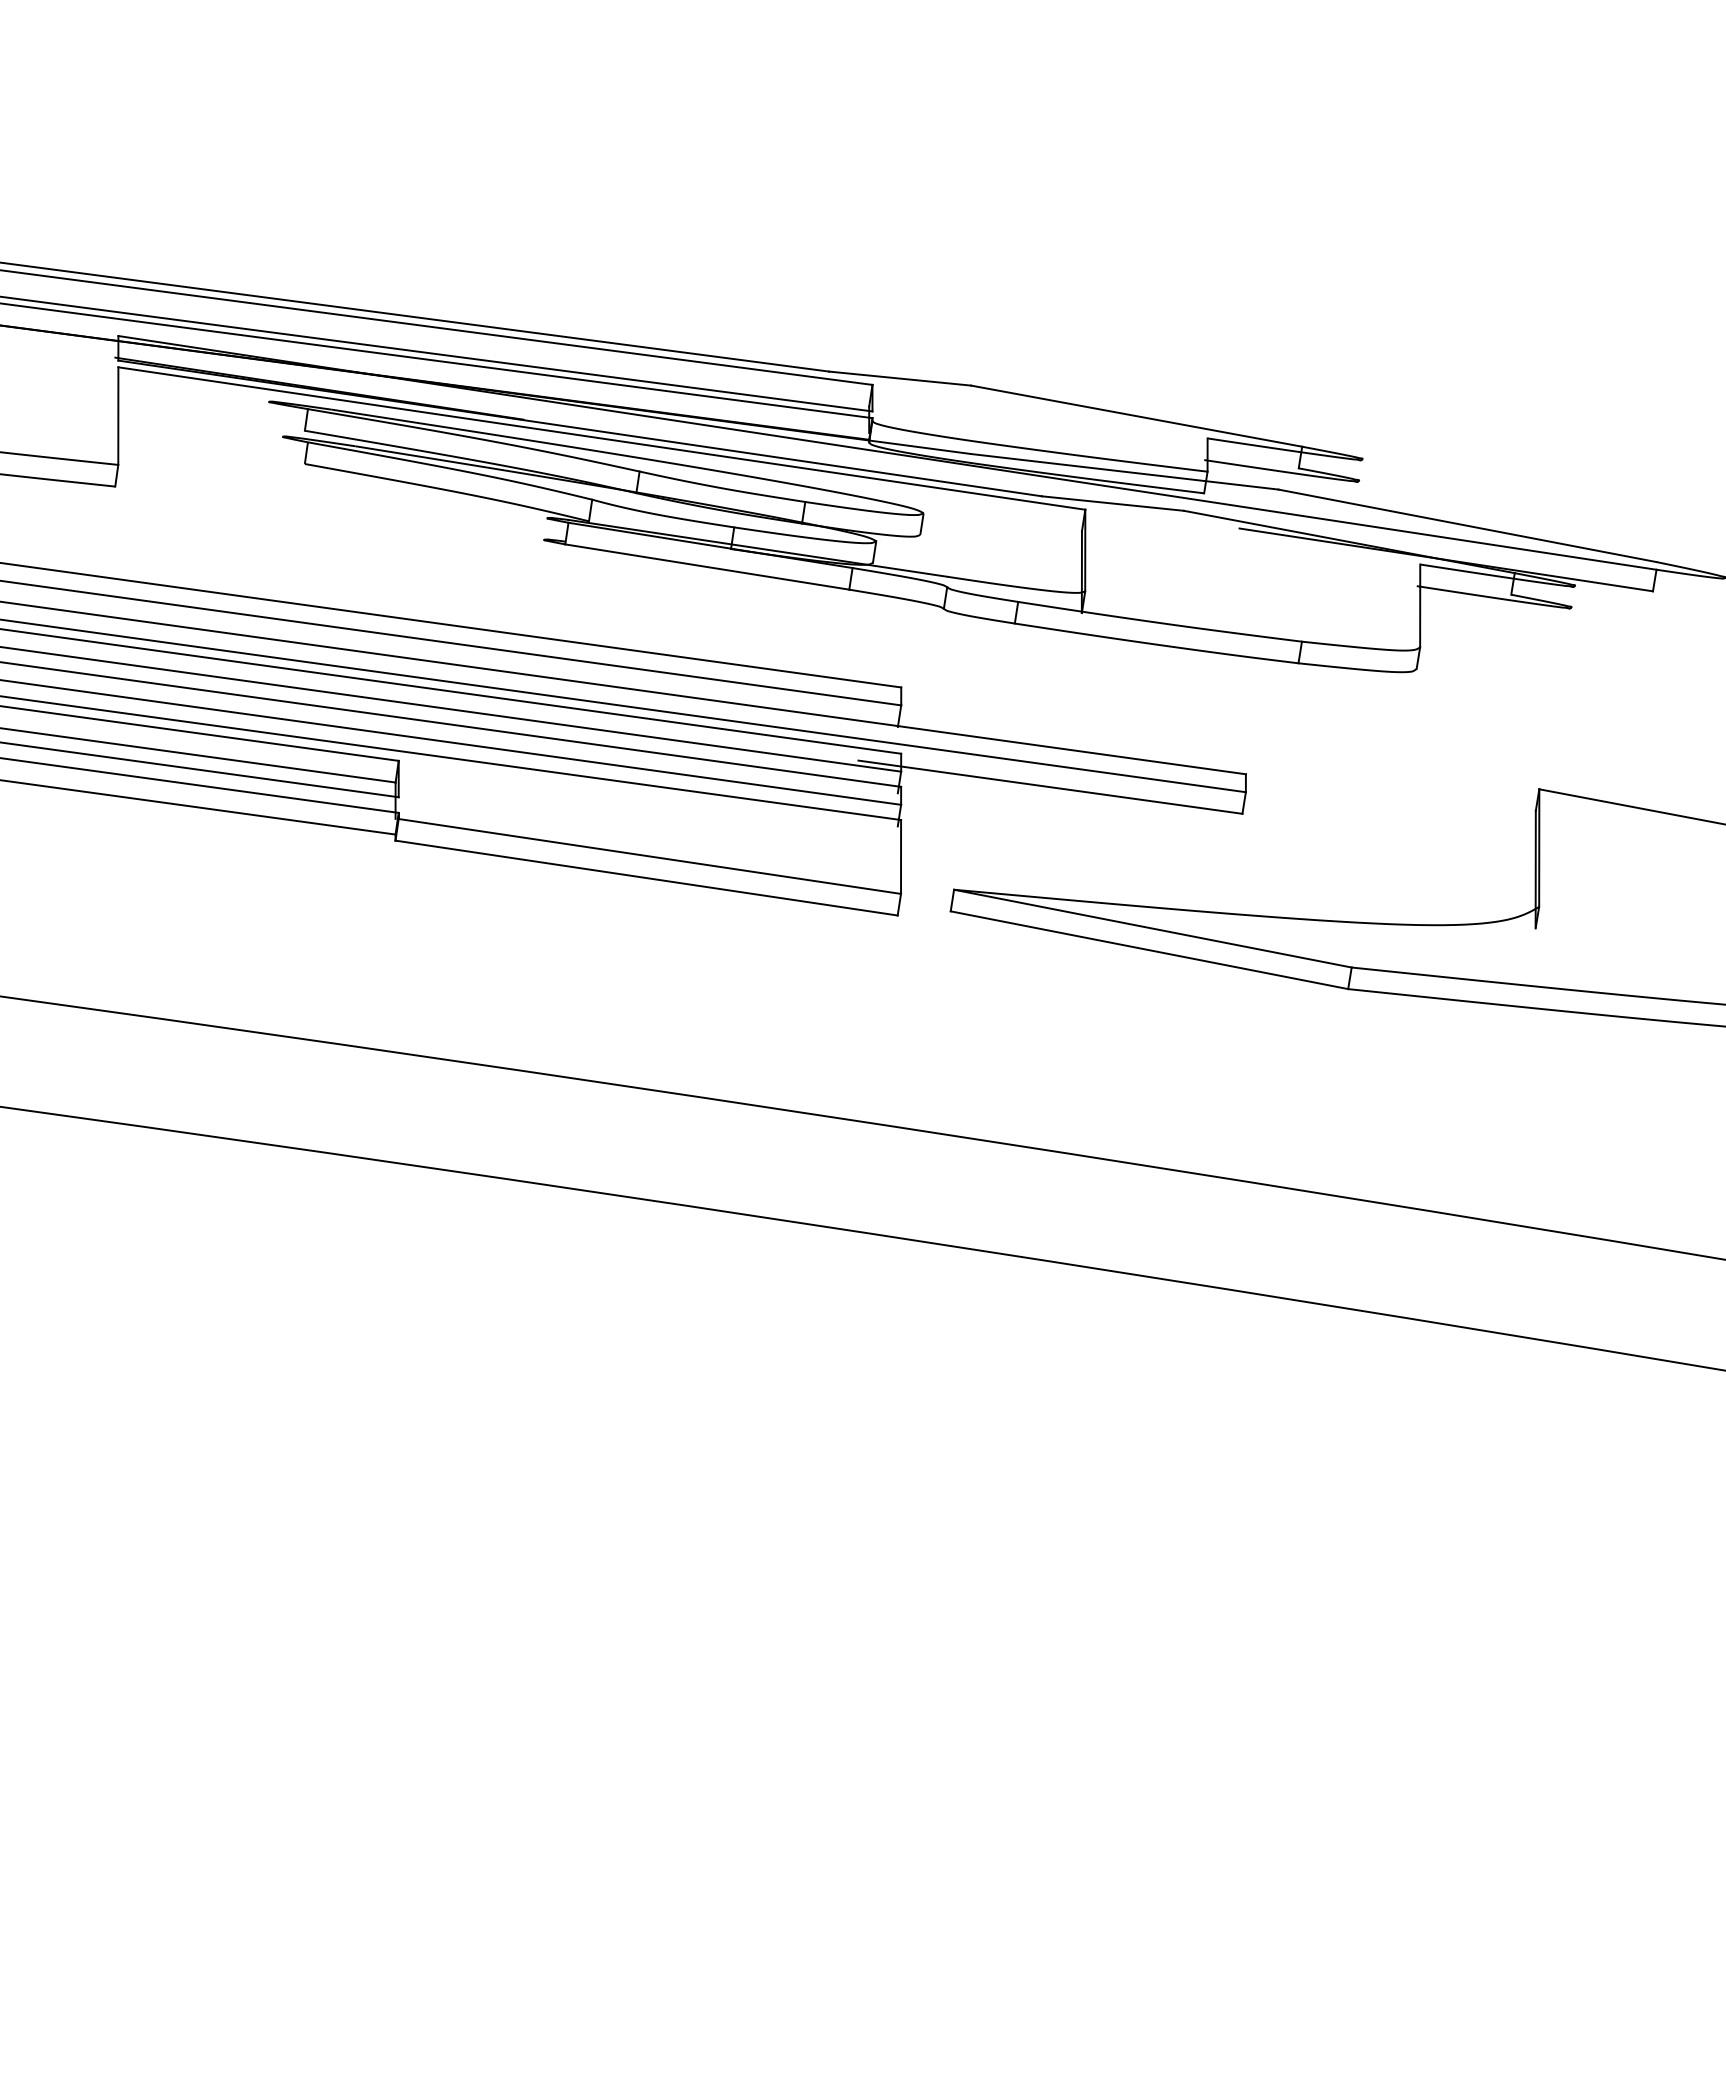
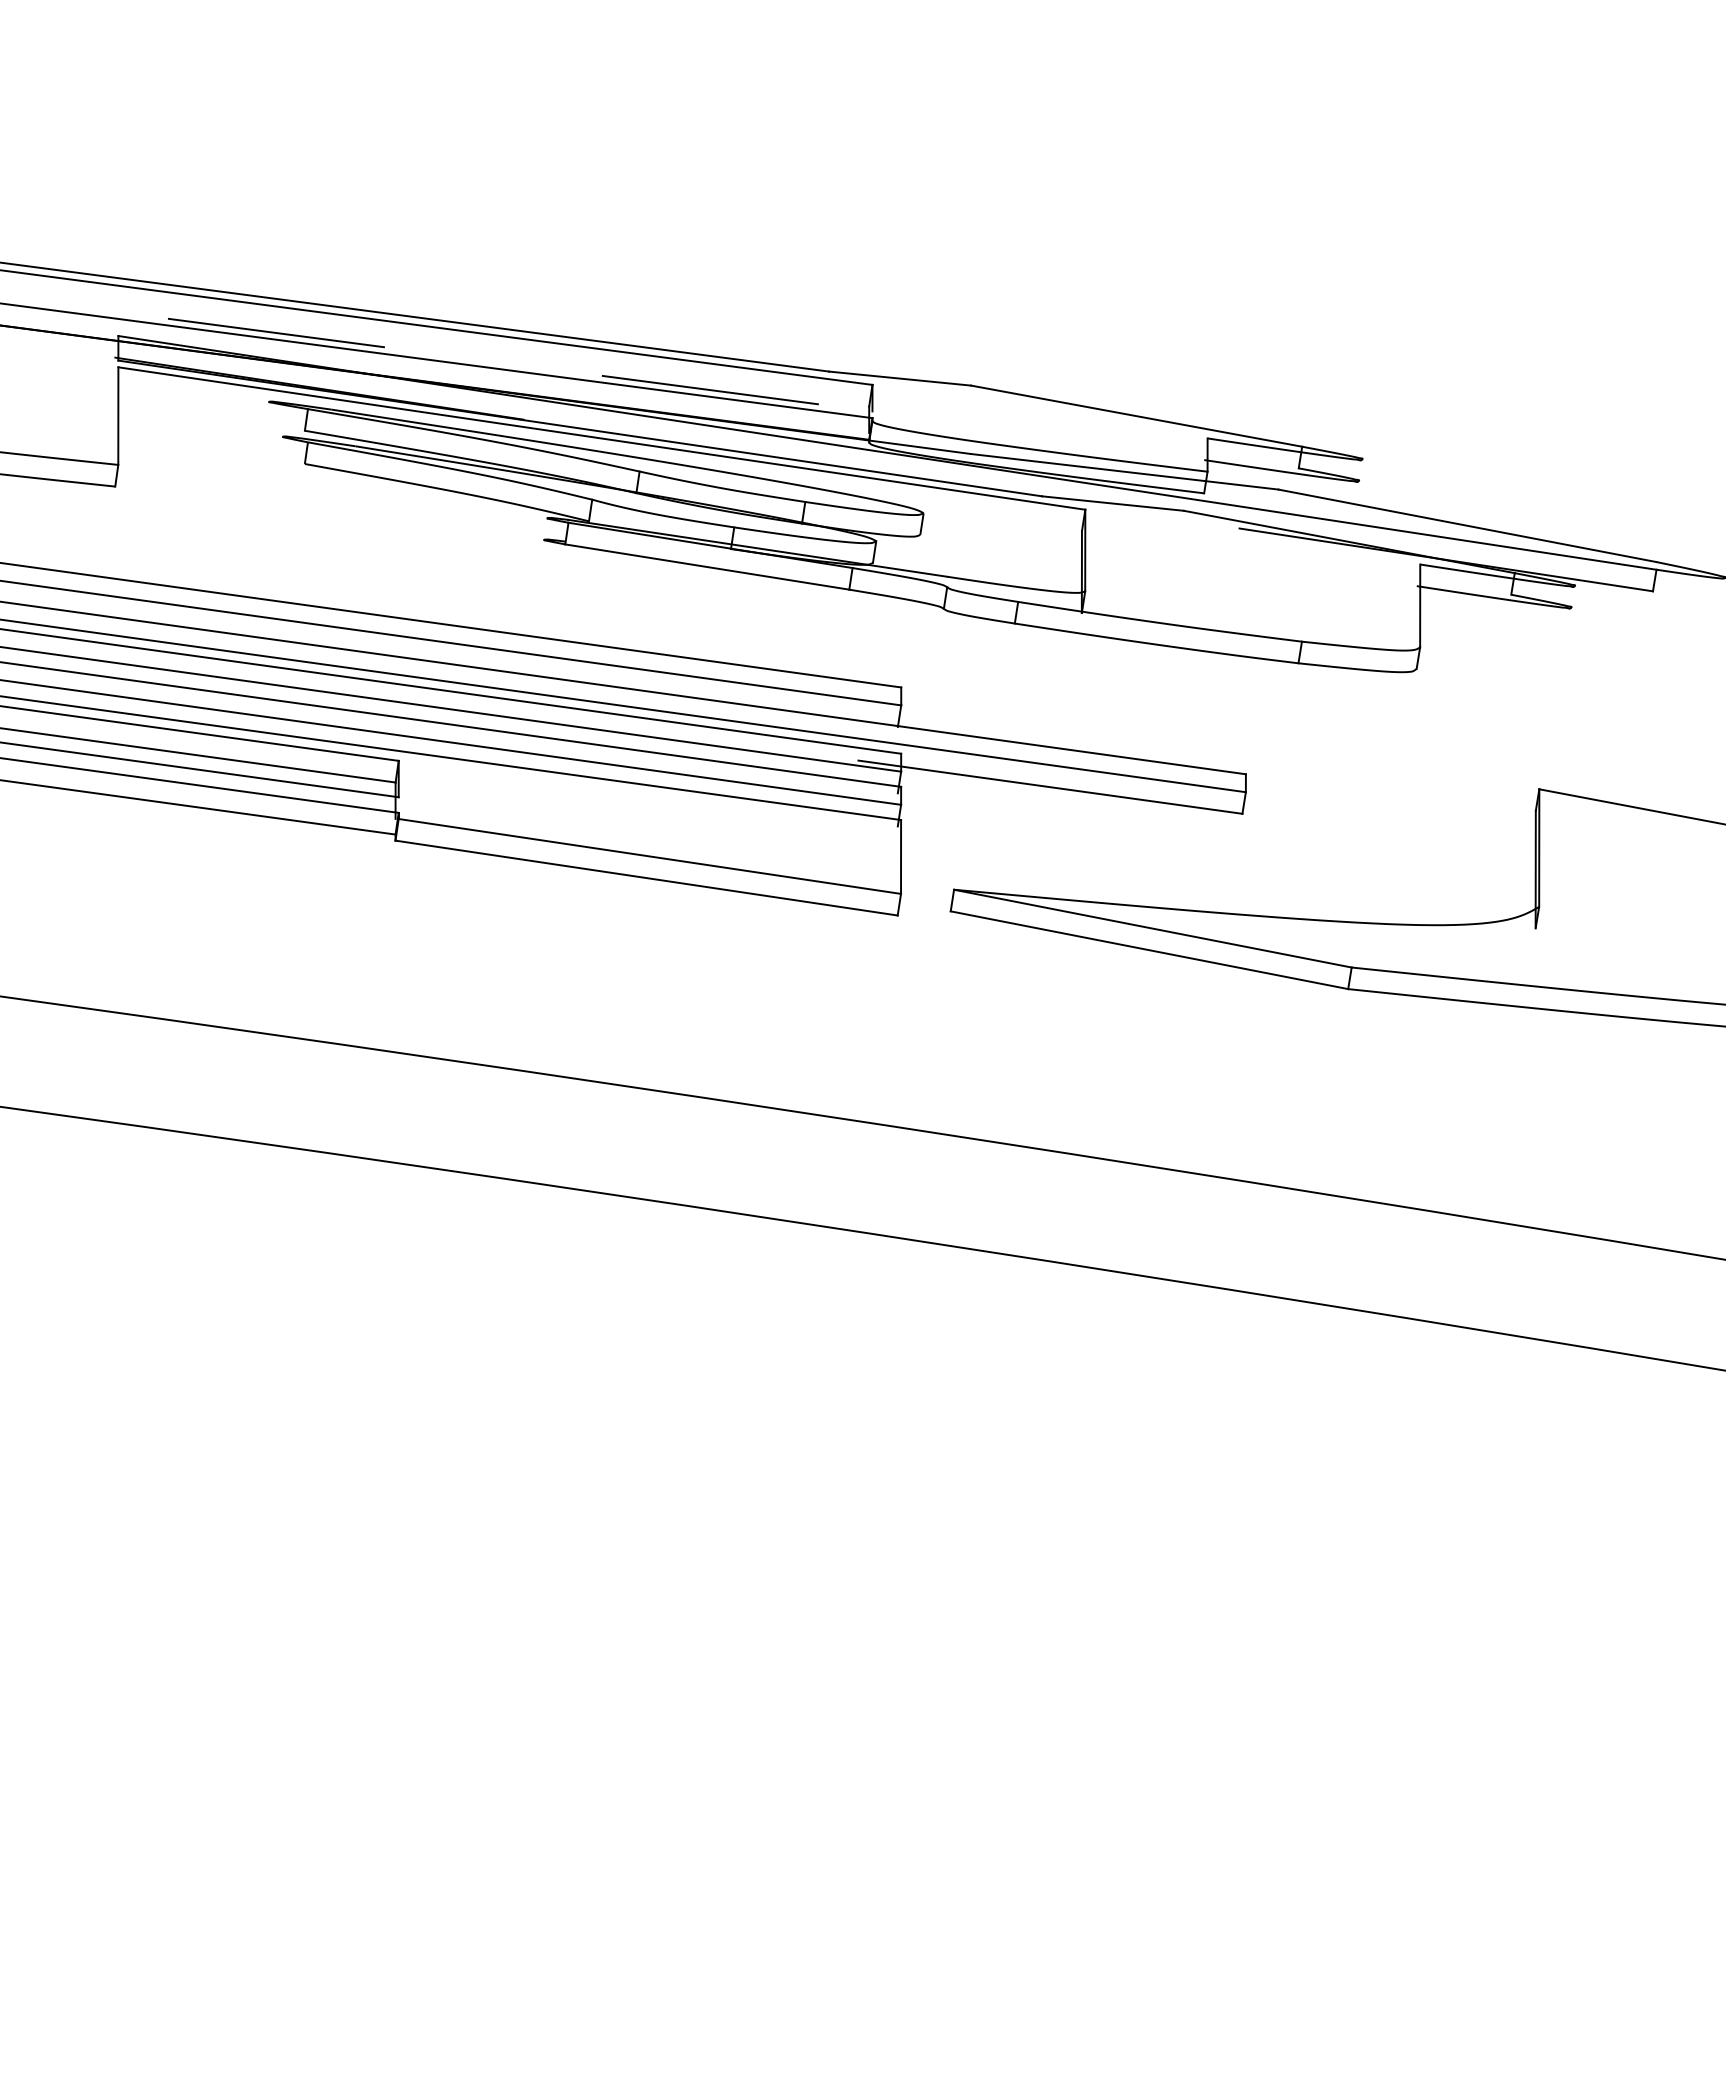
line at (436, 354): solid -> dashed
